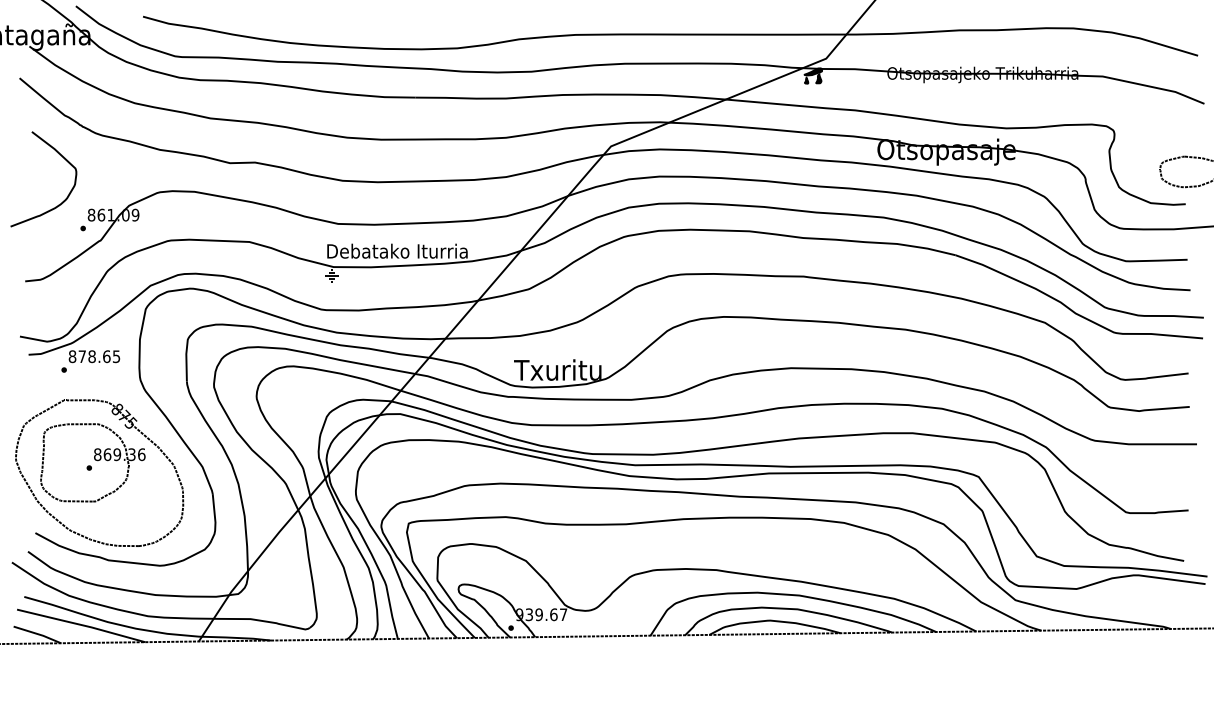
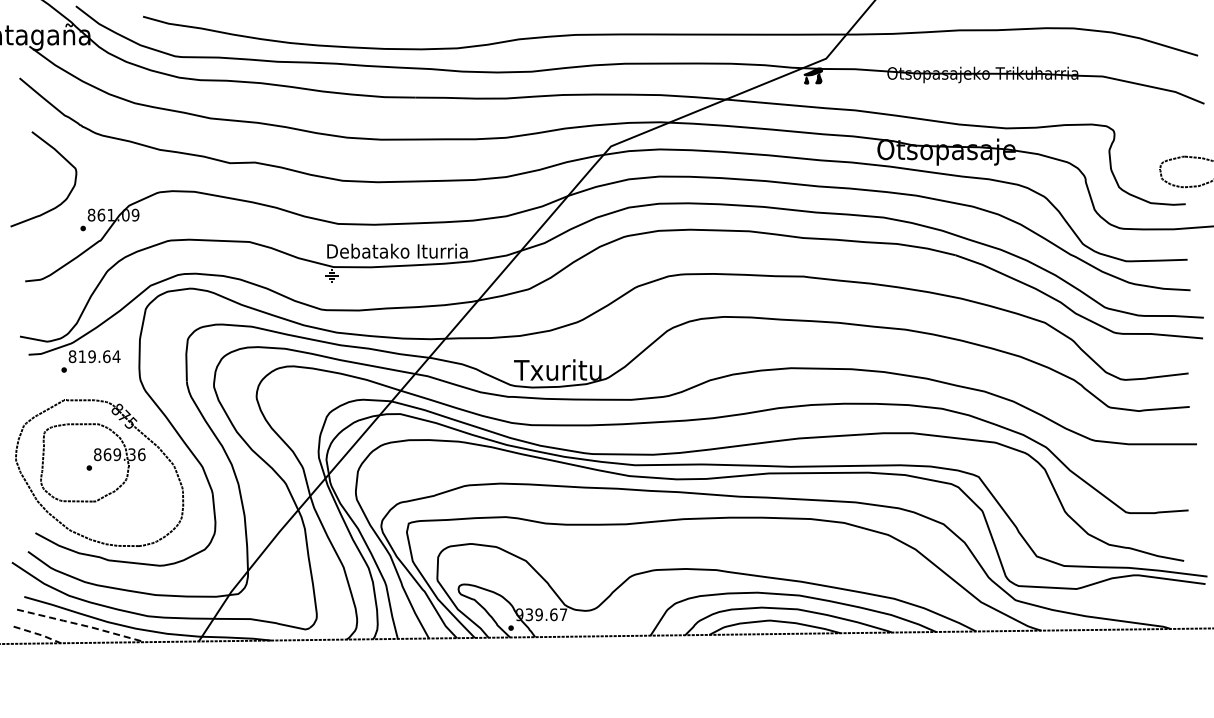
text at (99, 356): 878.65 -> 819.64
line at (81, 625): solid -> dashed
line at (38, 634): solid -> dashed
